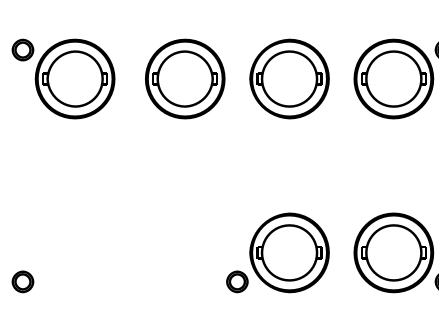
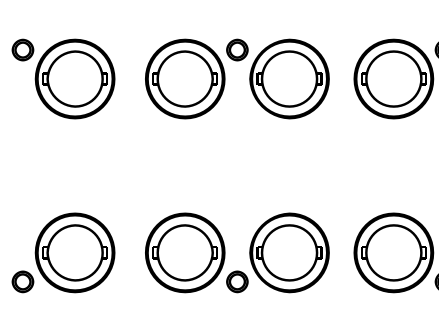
part at (237, 49): none -> present
part at (74, 252): none -> present
part at (185, 252): none -> present
